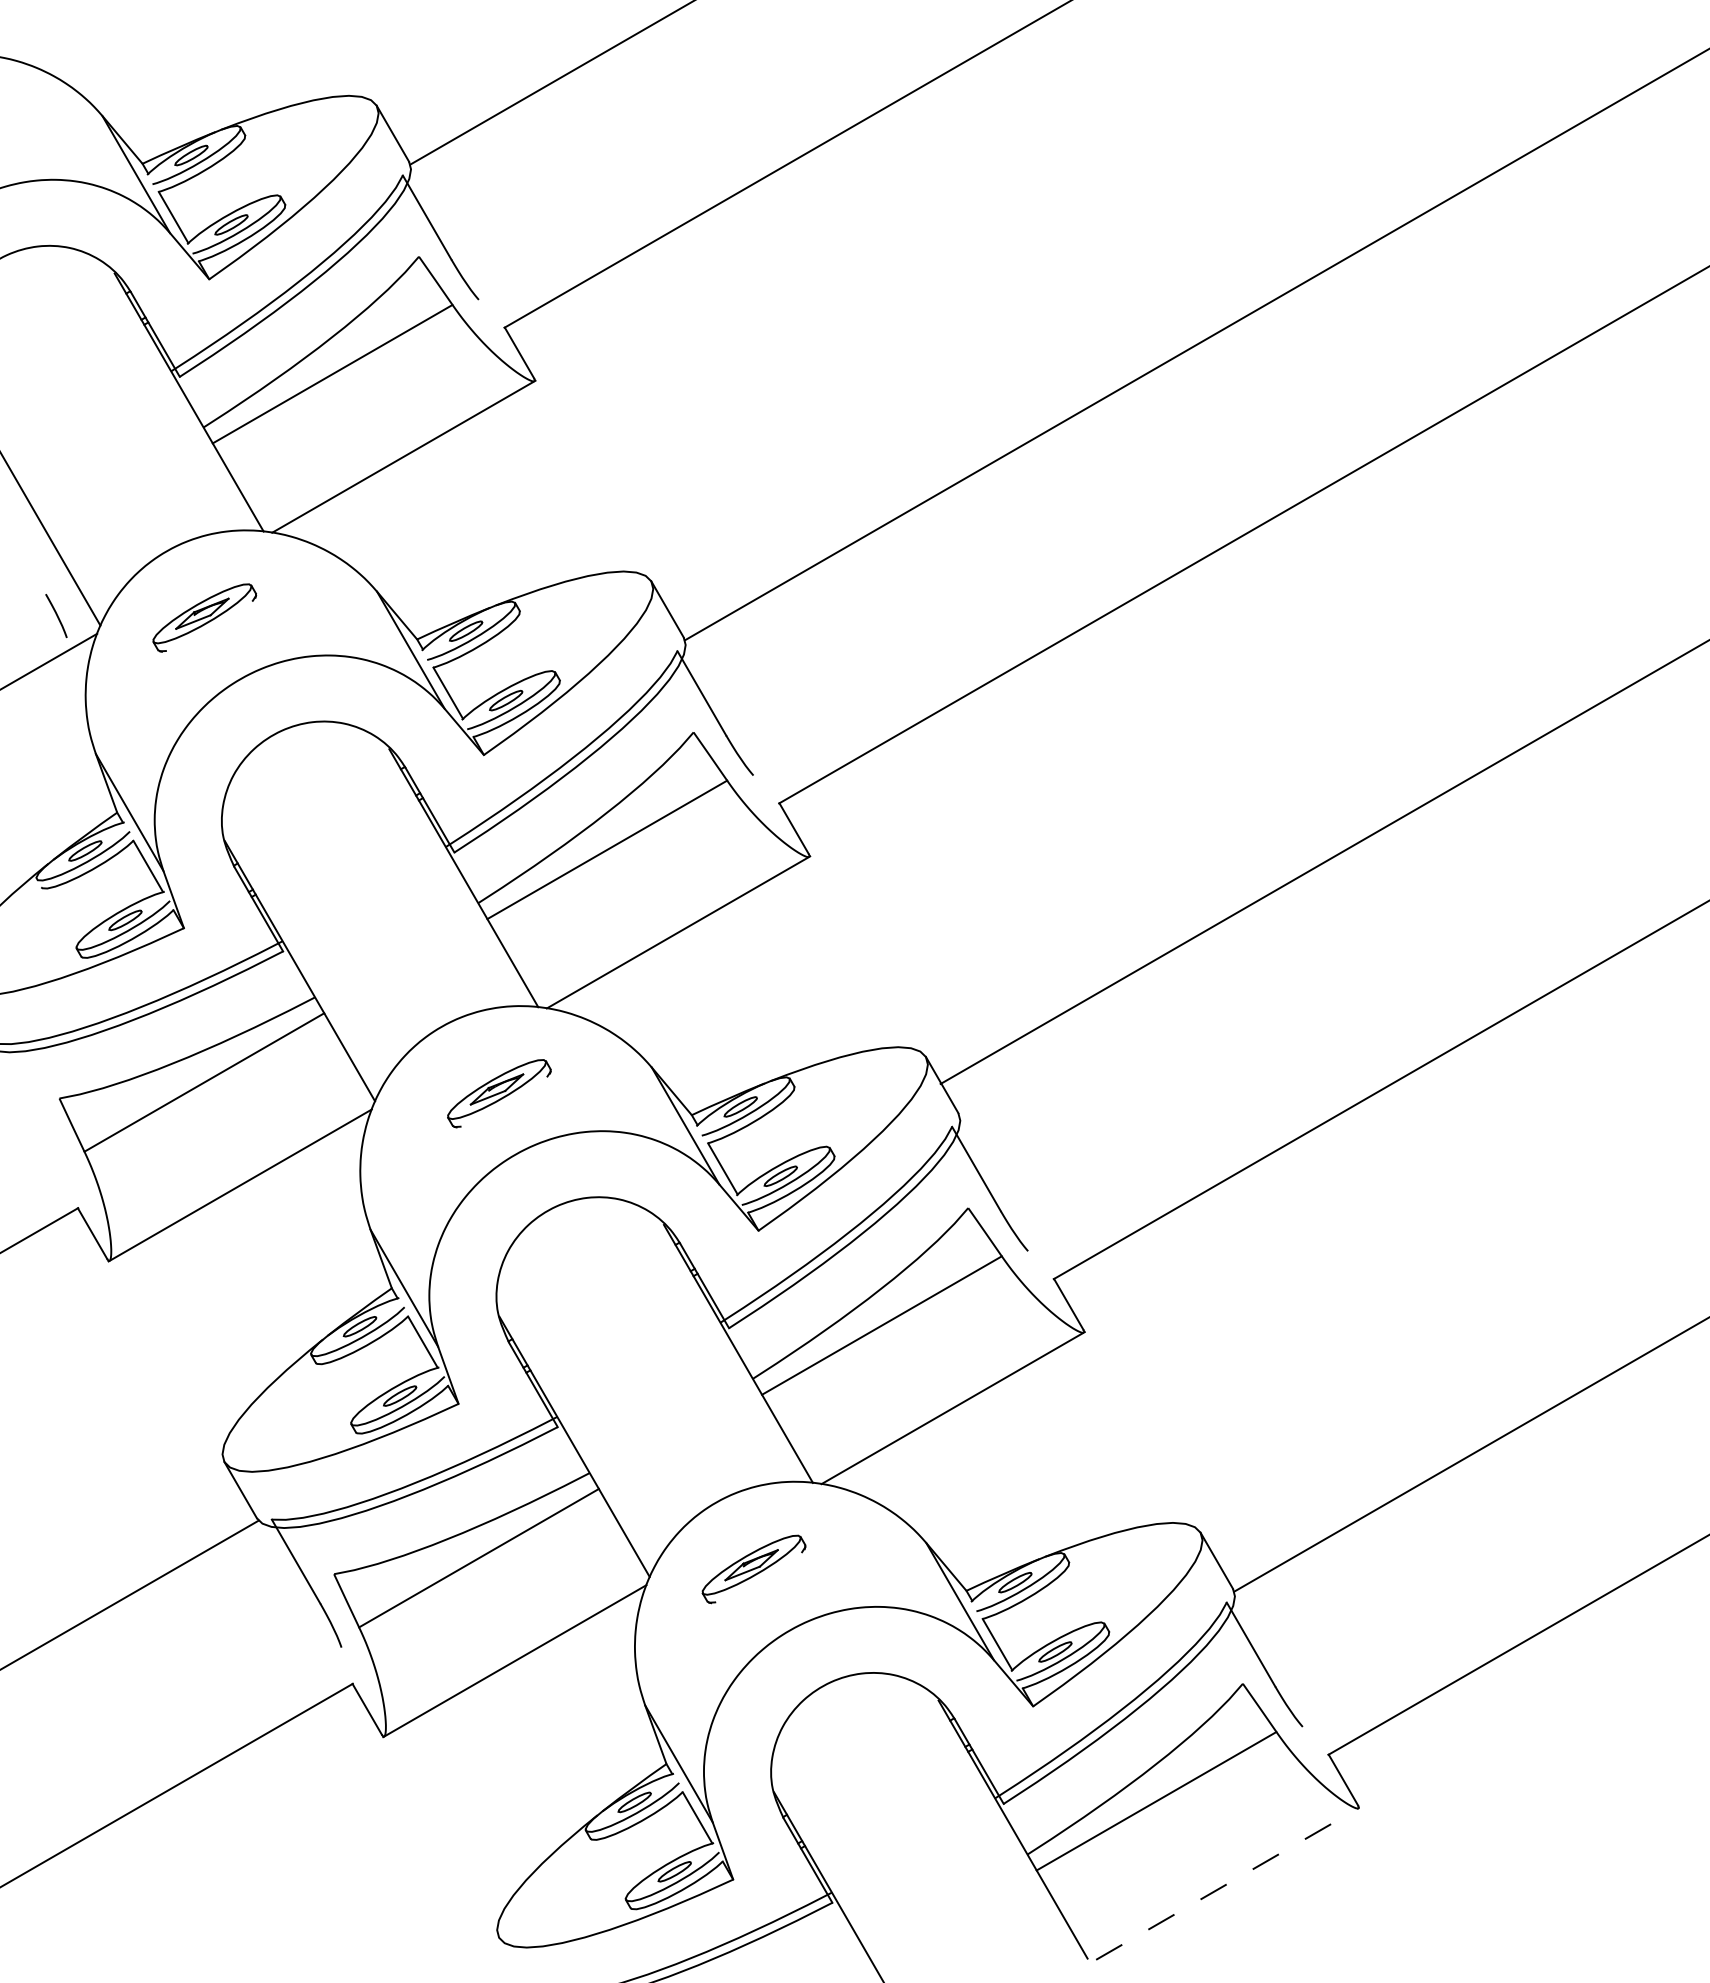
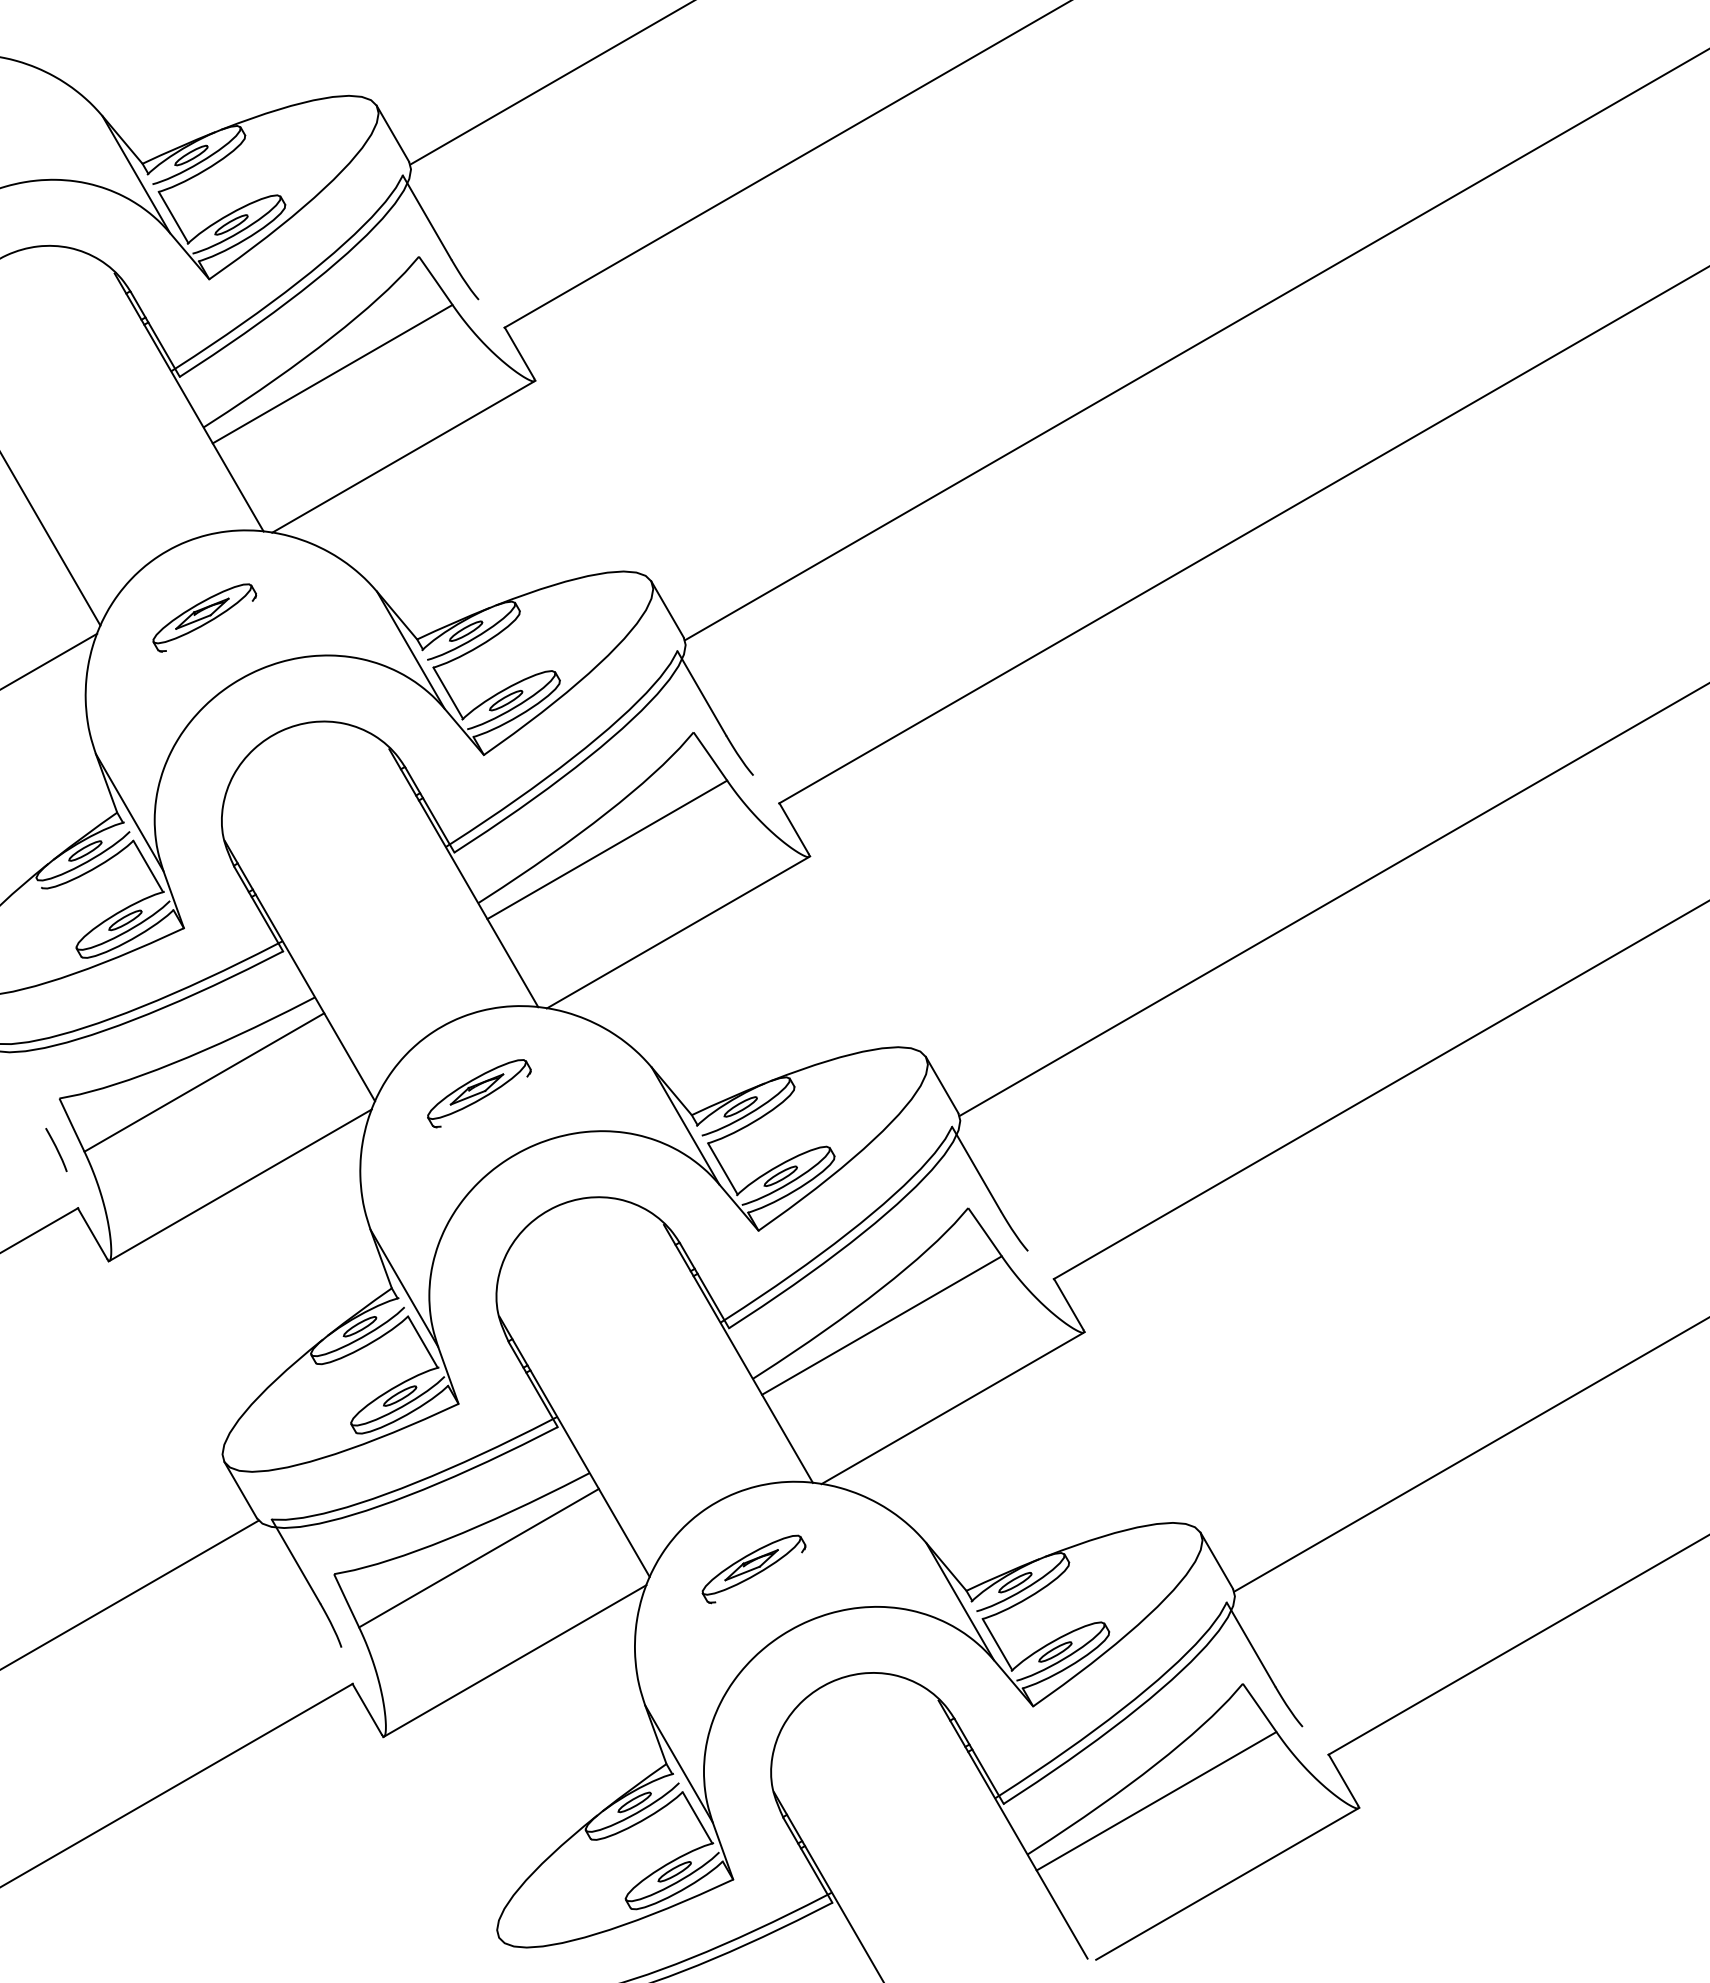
curve at (56, 616) position: (56, 616) -> (56, 1150)
line at (1323, 862) position: (1323, 862) -> (1332, 899)
part at (499, 1093) position: (499, 1093) -> (479, 1093)
line at (1228, 1883): dashed -> solid
